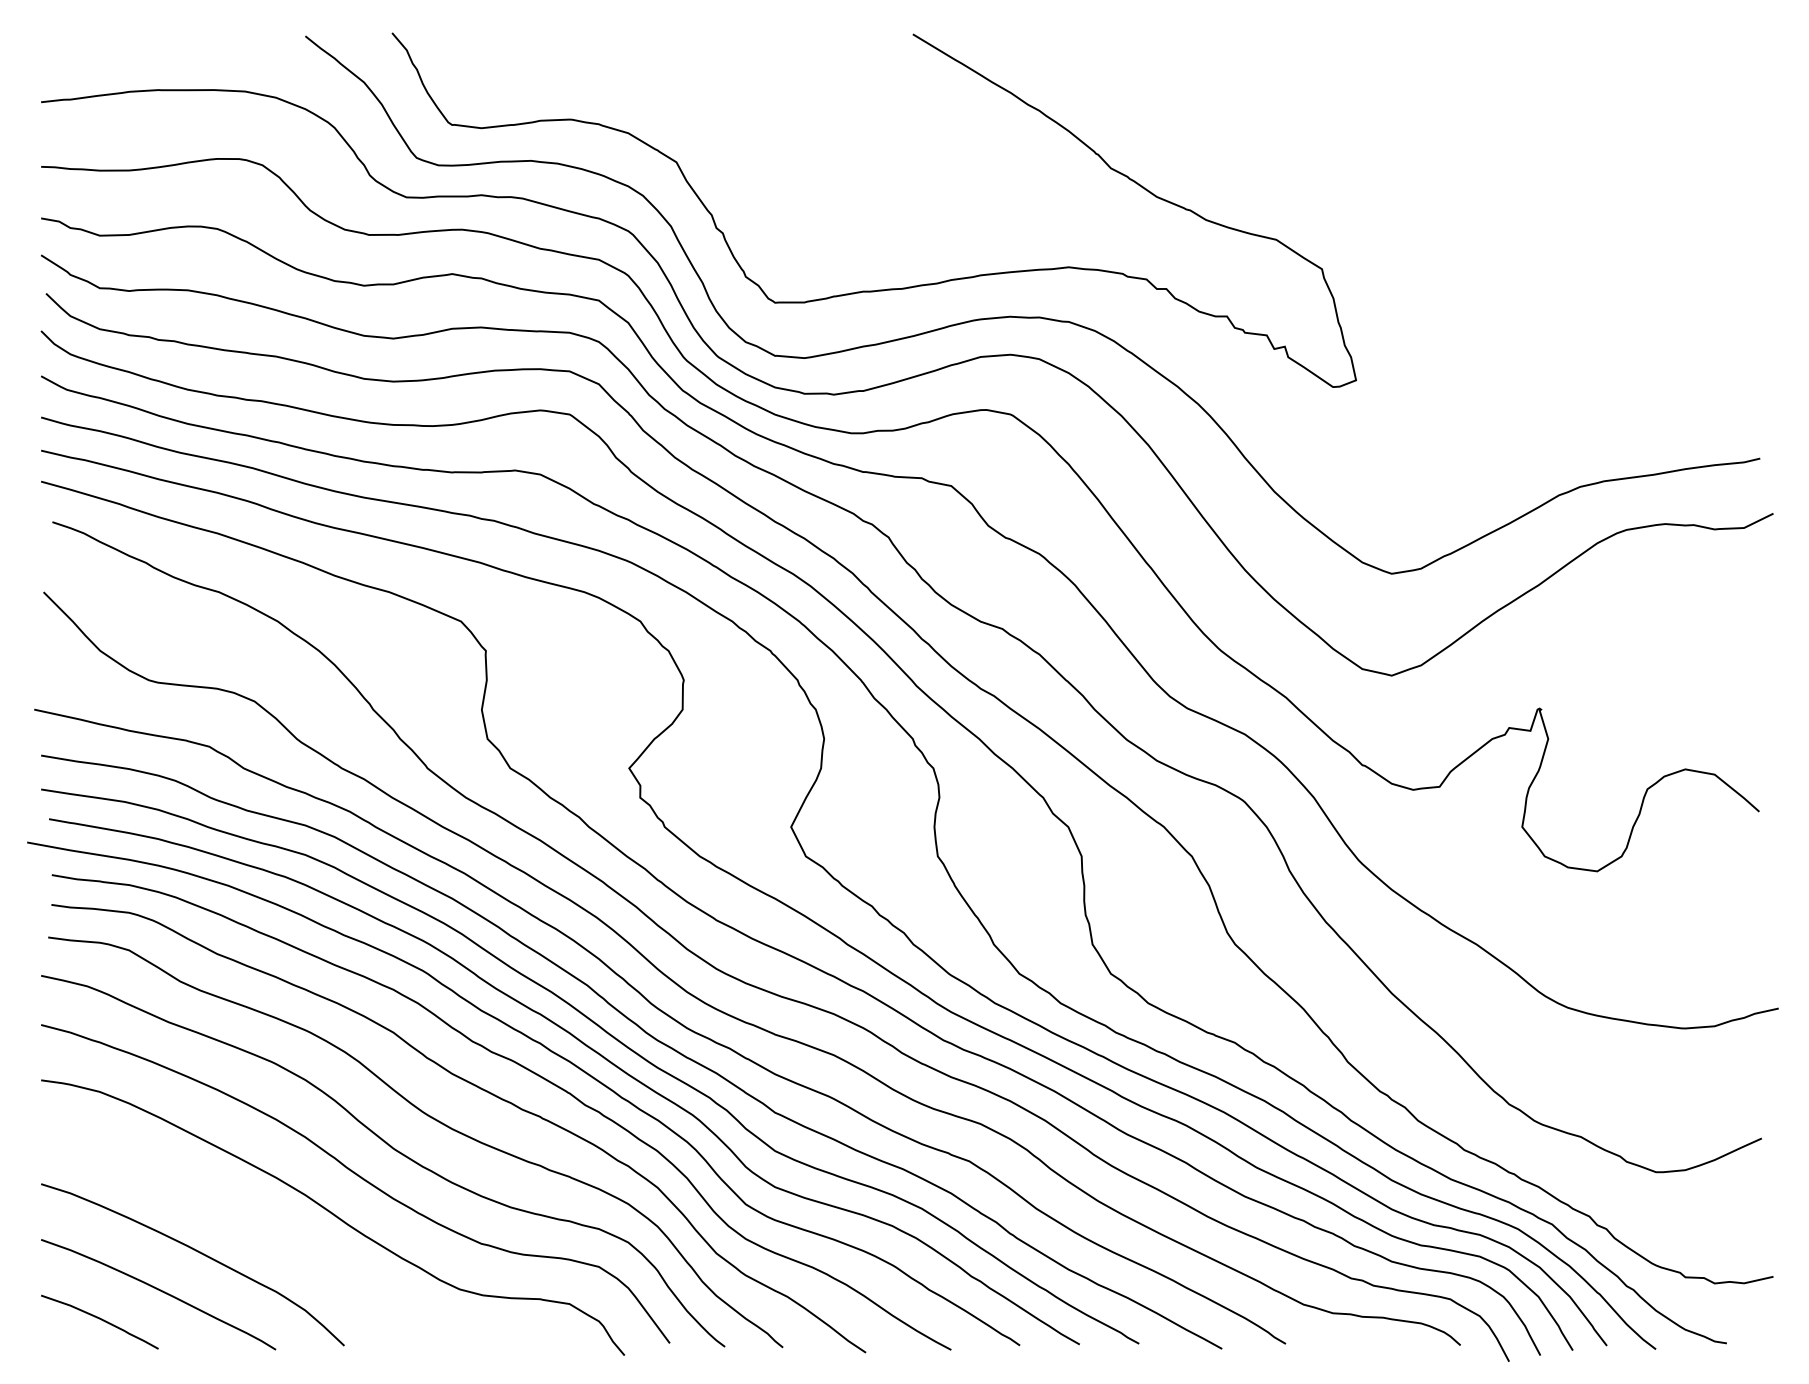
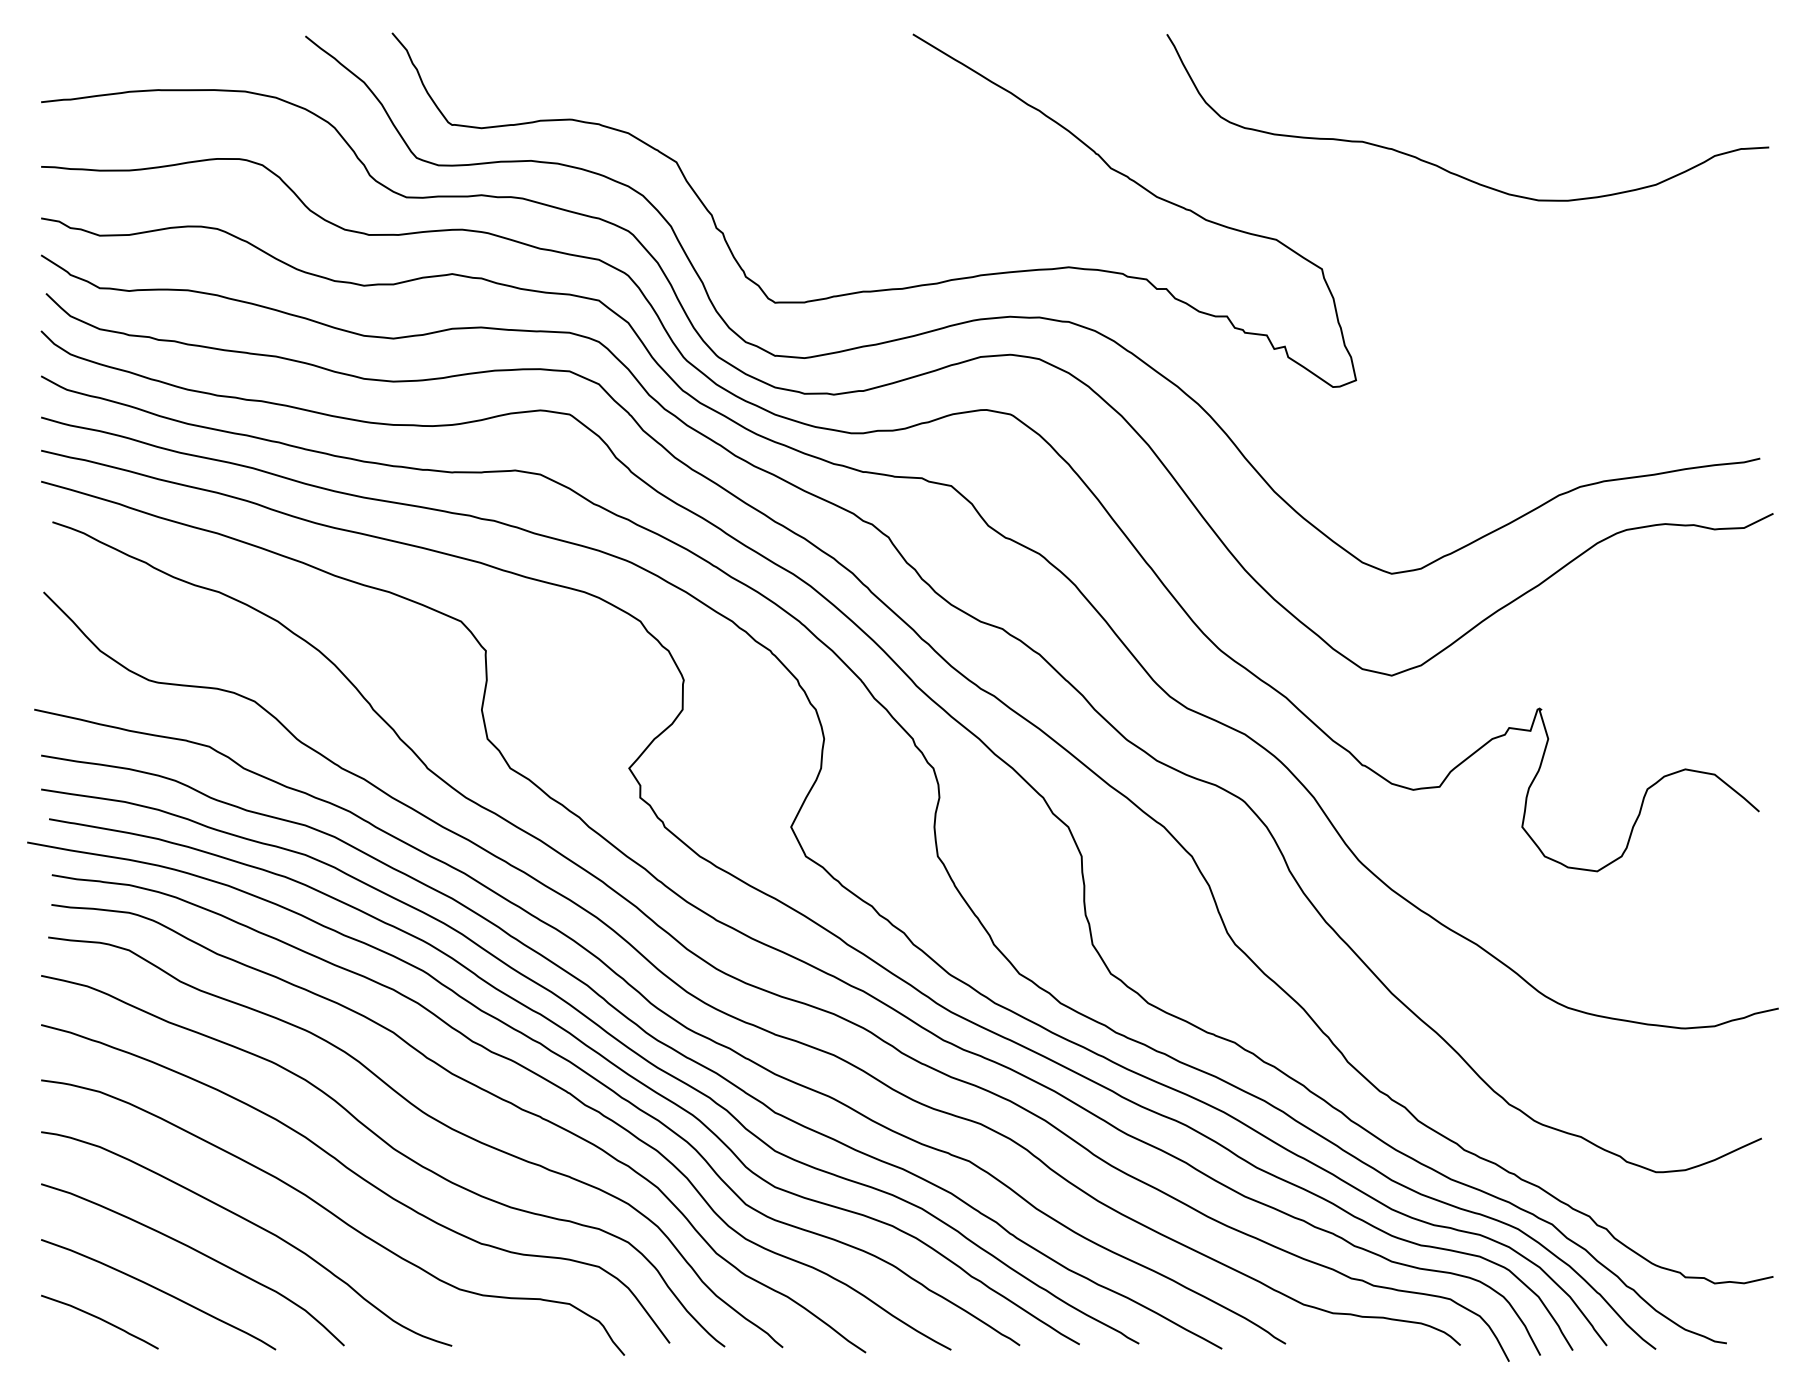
curve at (1442, 167): none -> present
curve at (252, 1224): none -> present
